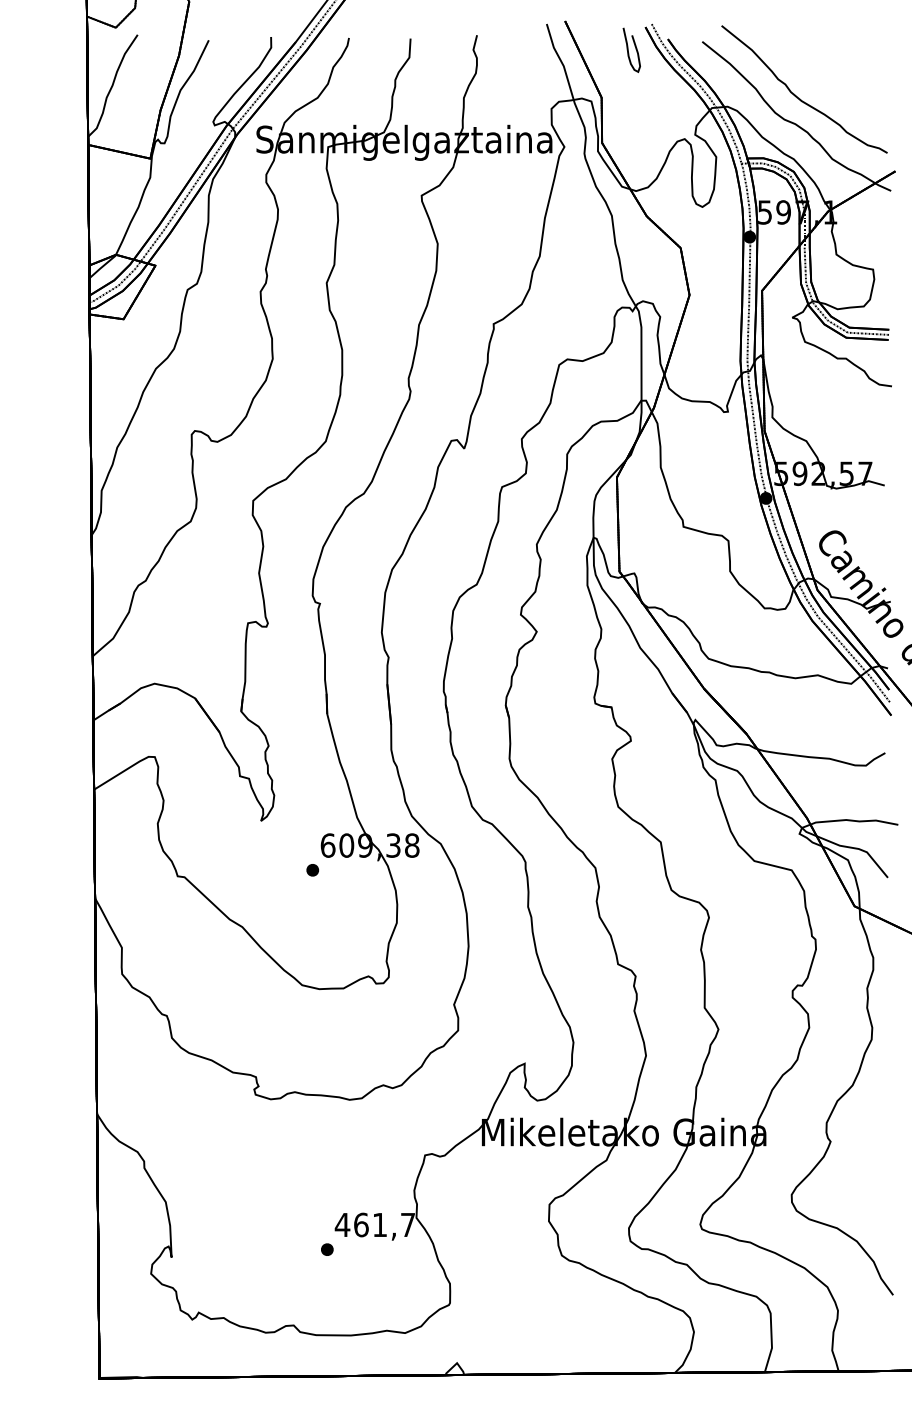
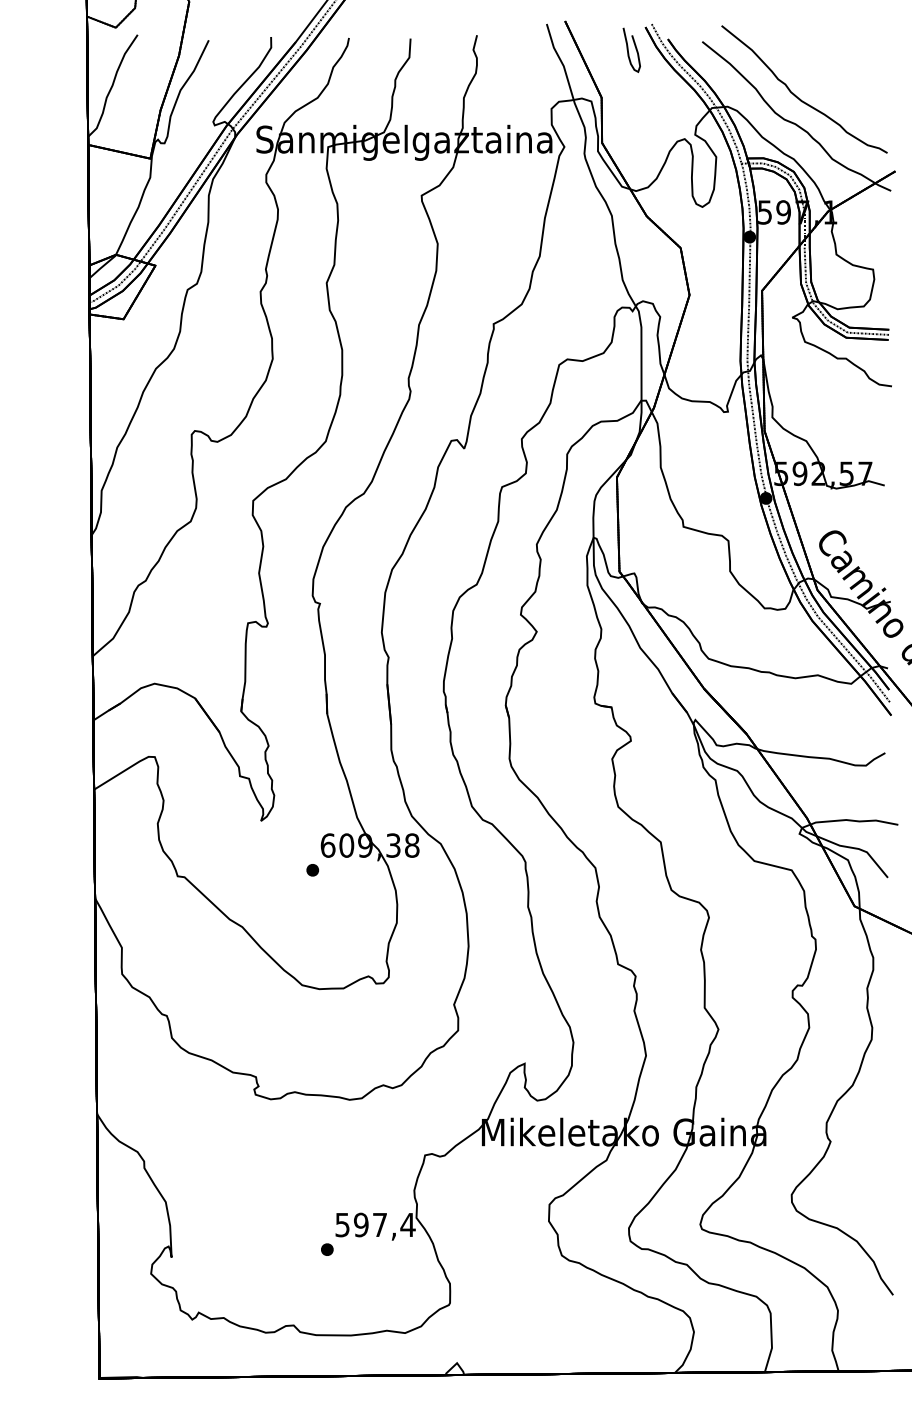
text at (374, 1224): 461,7 -> 597,4
